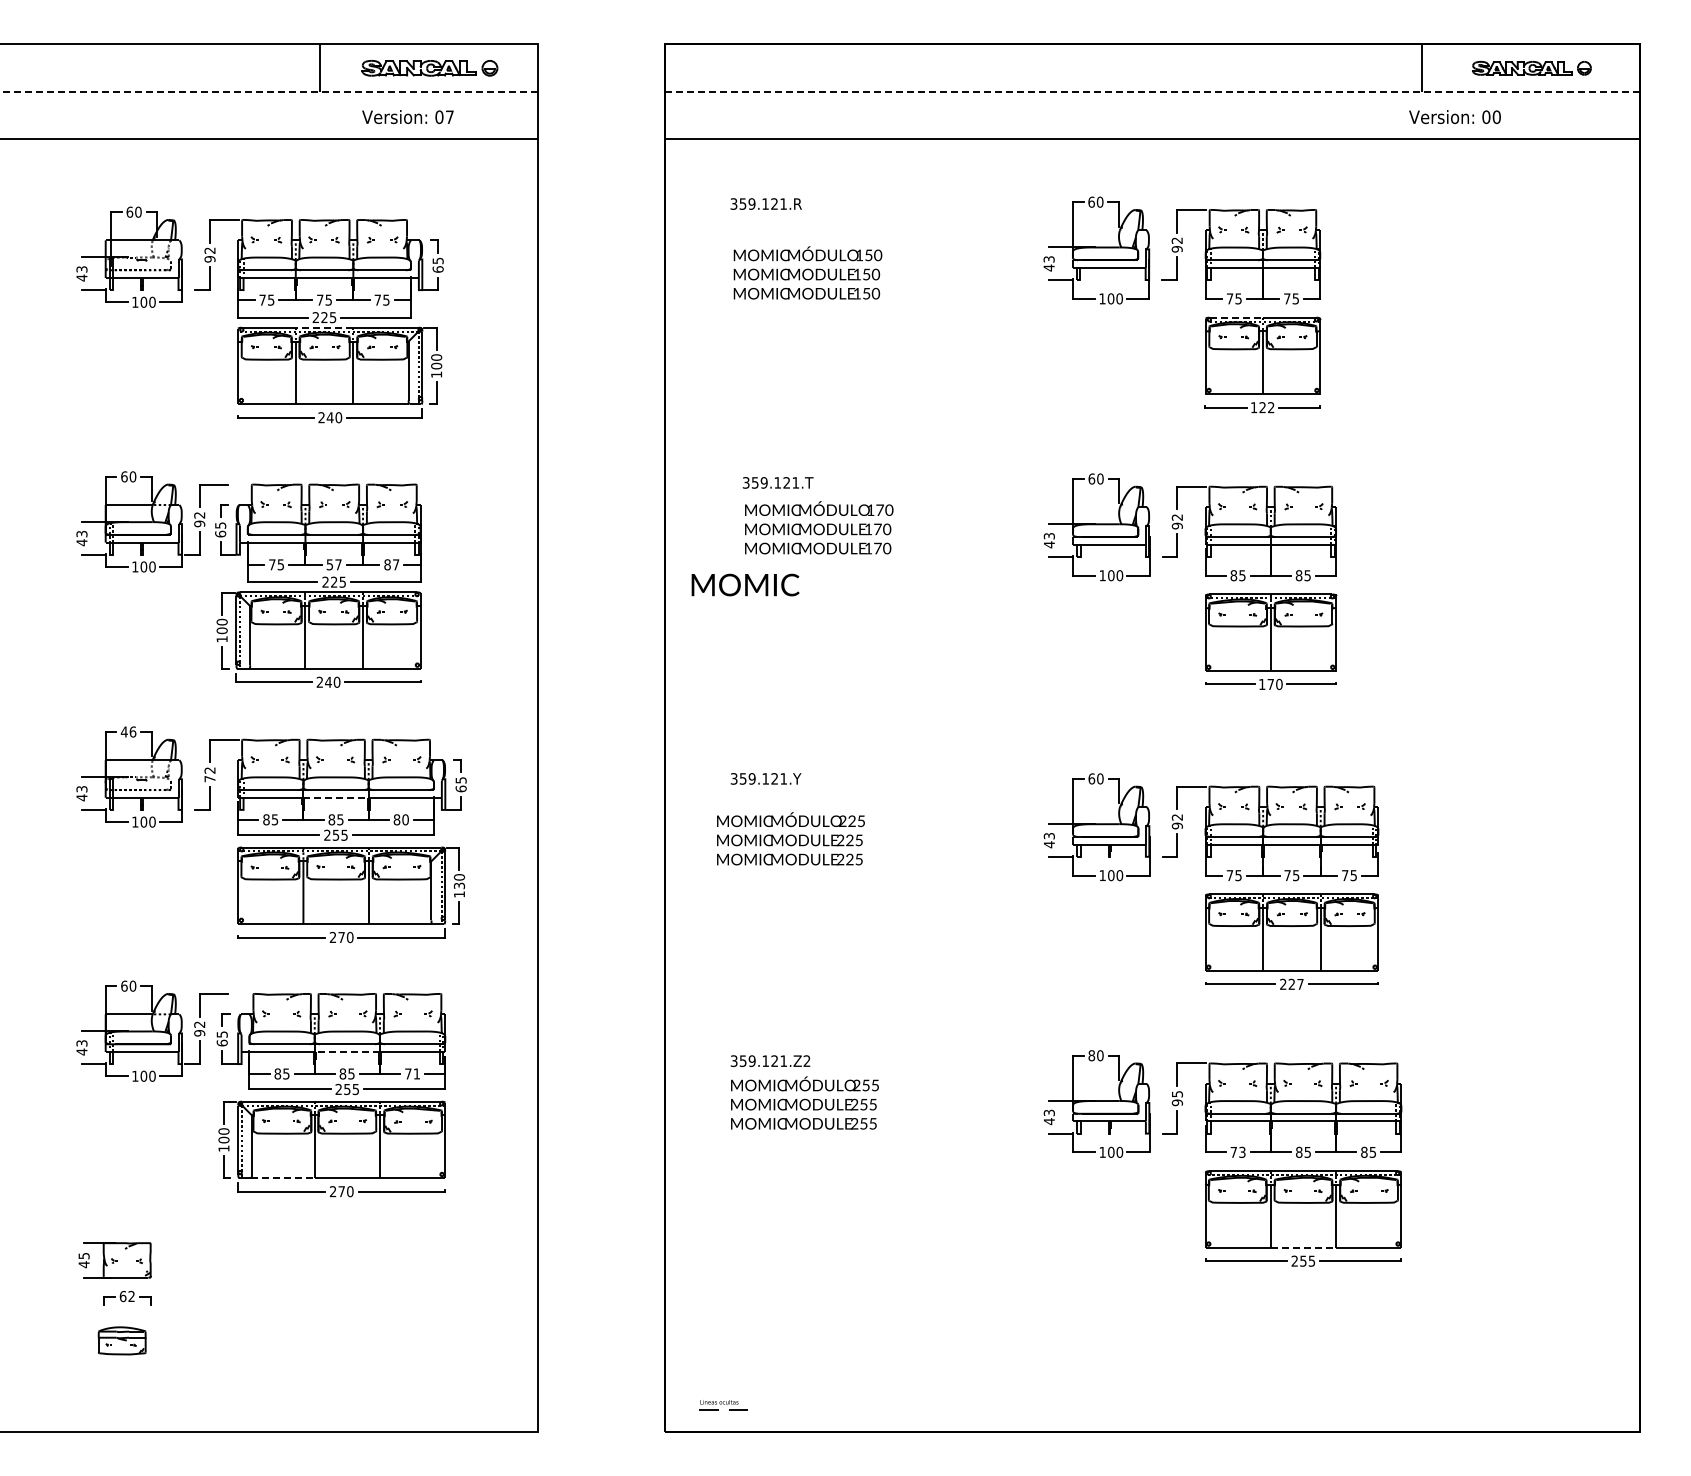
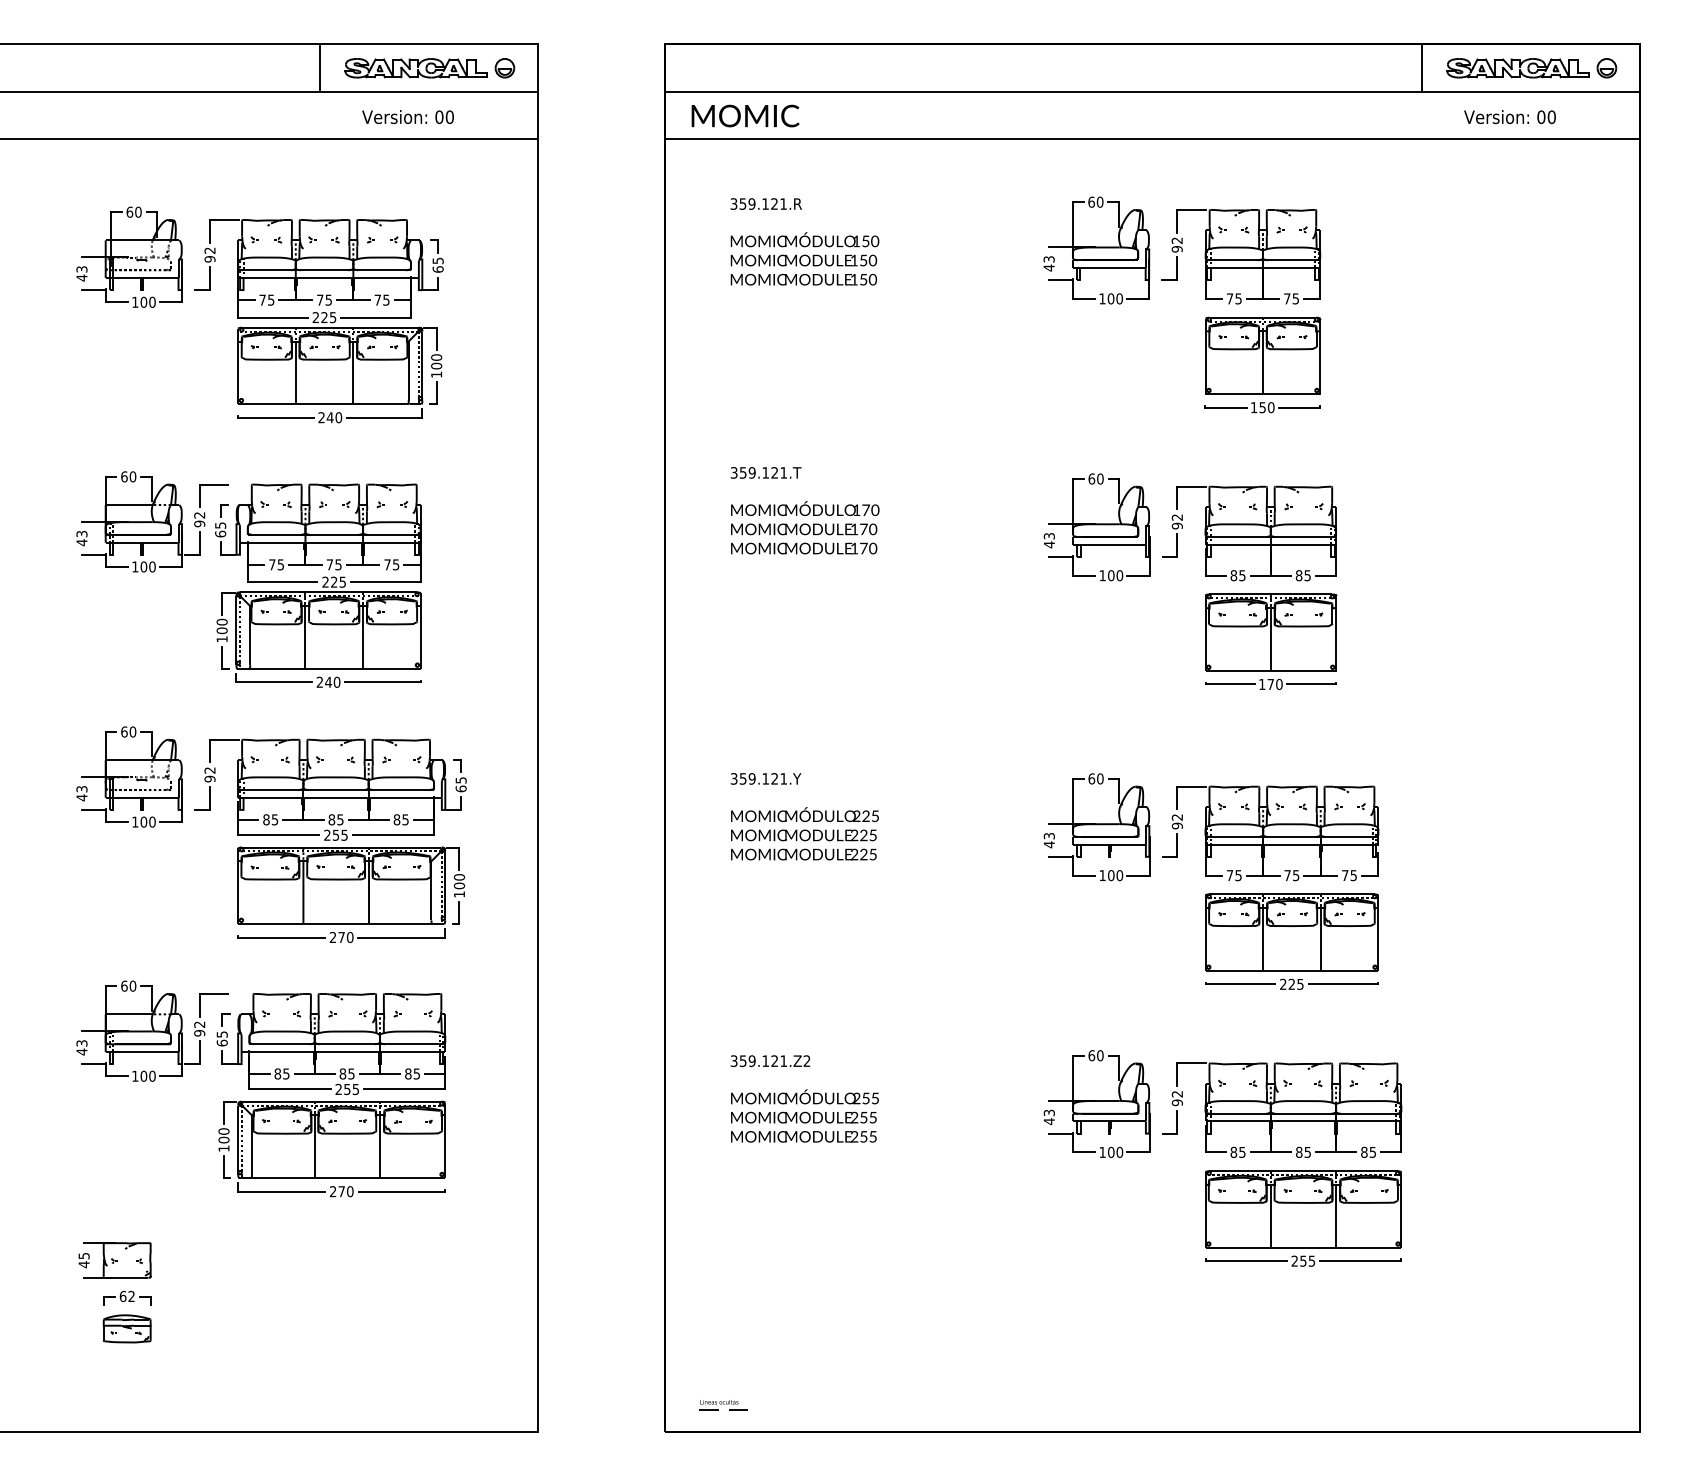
part at (1531, 67) size: 120x16 px -> 172x21 px
part at (429, 68) size: 138x17 px -> 172x21 px
line at (269, 91): dashed -> solid
line at (1152, 91): dashed -> solid
text at (449, 116): 07 -> 00
text at (1454, 117) position: (1454, 117) -> (1509, 117)
text at (807, 272) position: (807, 272) -> (804, 258)
line at (1236, 317): dashed -> solid
line at (324, 327): dashed -> solid
text at (1266, 407): 122 -> 150
text at (777, 482) position: (777, 482) -> (765, 472)
text at (819, 527) position: (819, 527) -> (805, 527)
text at (333, 564): 57 -> 75
text at (391, 564): 87 -> 75
text at (745, 584) position: (745, 584) -> (745, 115)
text at (128, 731): 46 -> 60
text at (209, 778): 72 -> 92
line at (336, 797): dashed -> solid
text at (405, 819): 80 -> 85
text at (790, 838) position: (790, 838) -> (804, 833)
text at (459, 885): 130 -> 100
text at (1300, 984): 227 -> 225
line at (347, 1051): dashed -> solid
text at (1091, 1055): 80 -> 60
text at (412, 1073): 71 -> 85
text at (1176, 1094): 95 -> 92
text at (804, 1102) position: (804, 1102) -> (804, 1115)
text at (1237, 1151): 73 -> 85
line at (282, 1178): dashed -> solid
line at (1303, 1247): dashed -> solid
part at (121, 1340) position: (121, 1340) -> (126, 1328)
